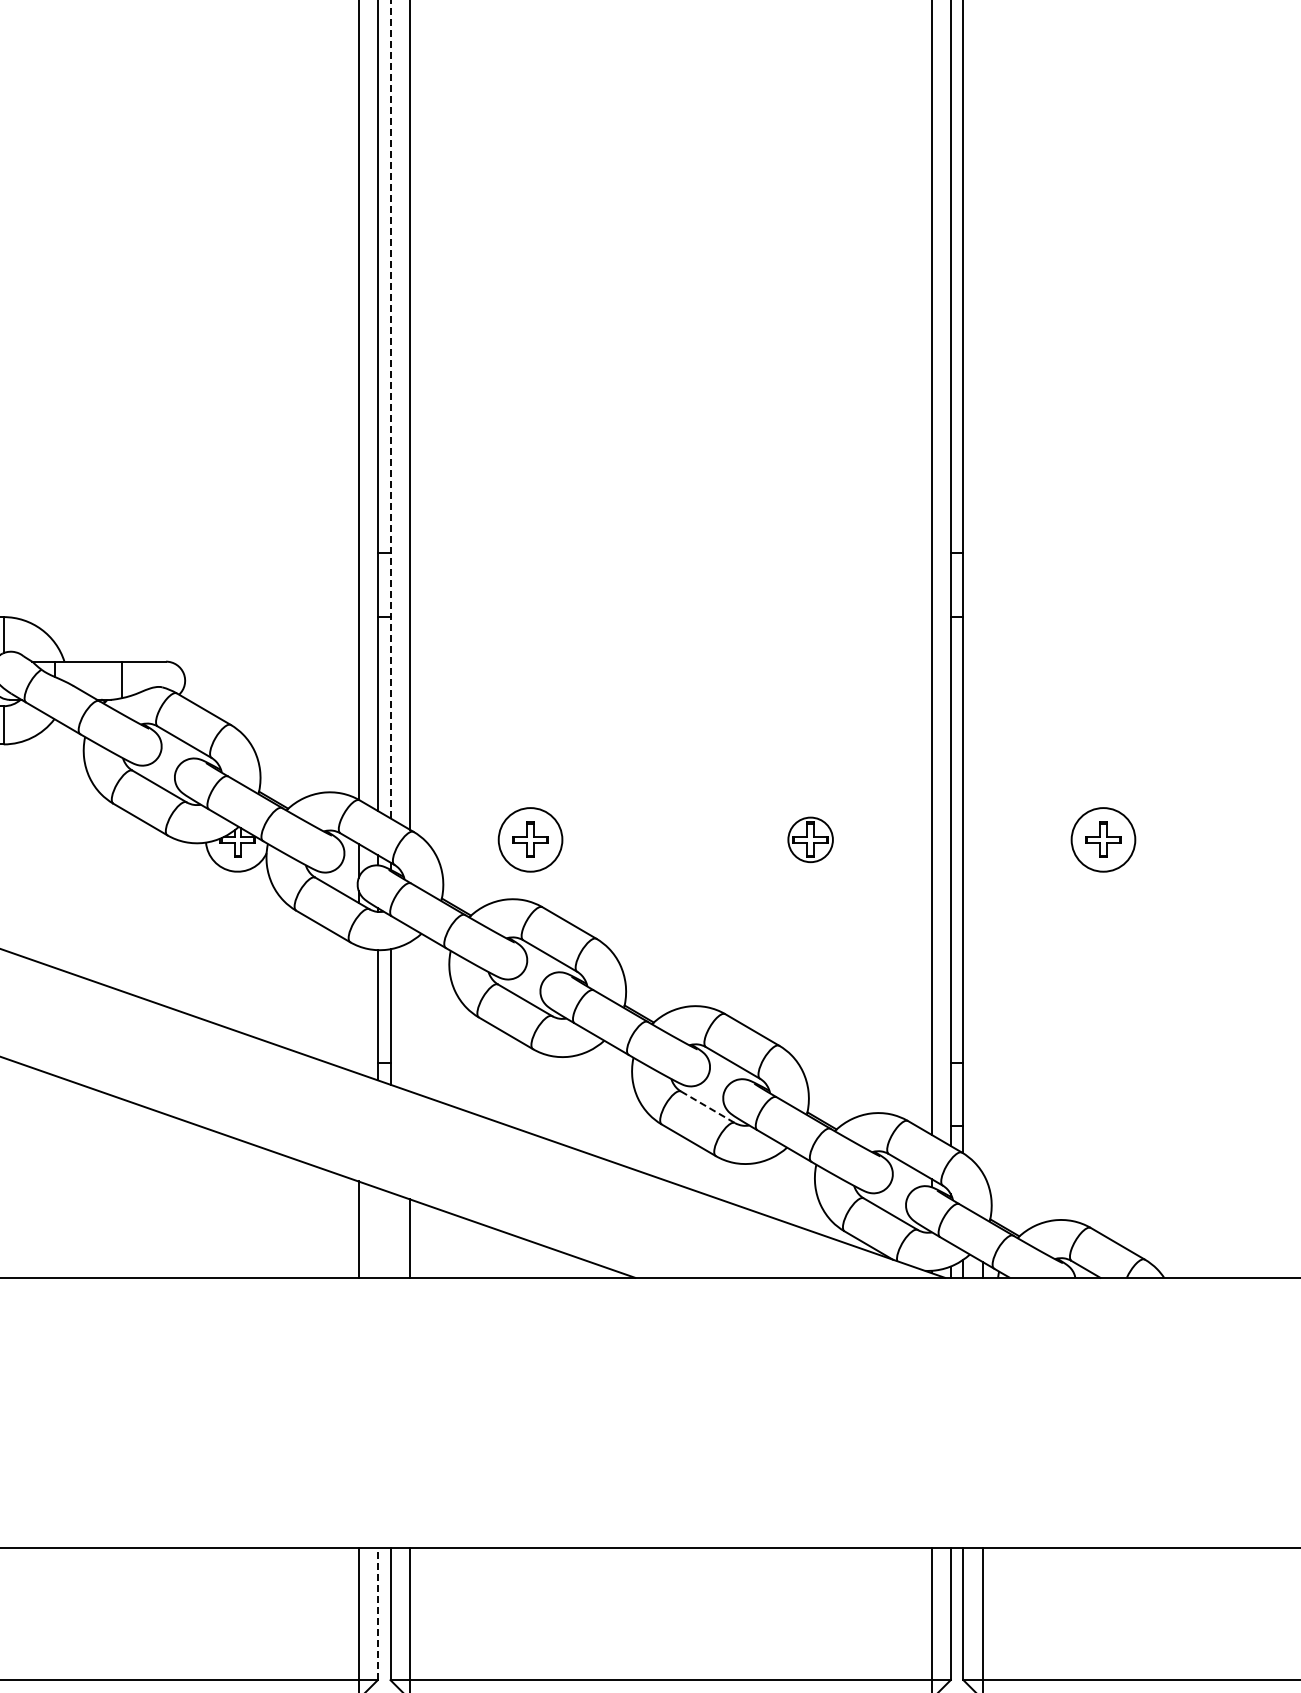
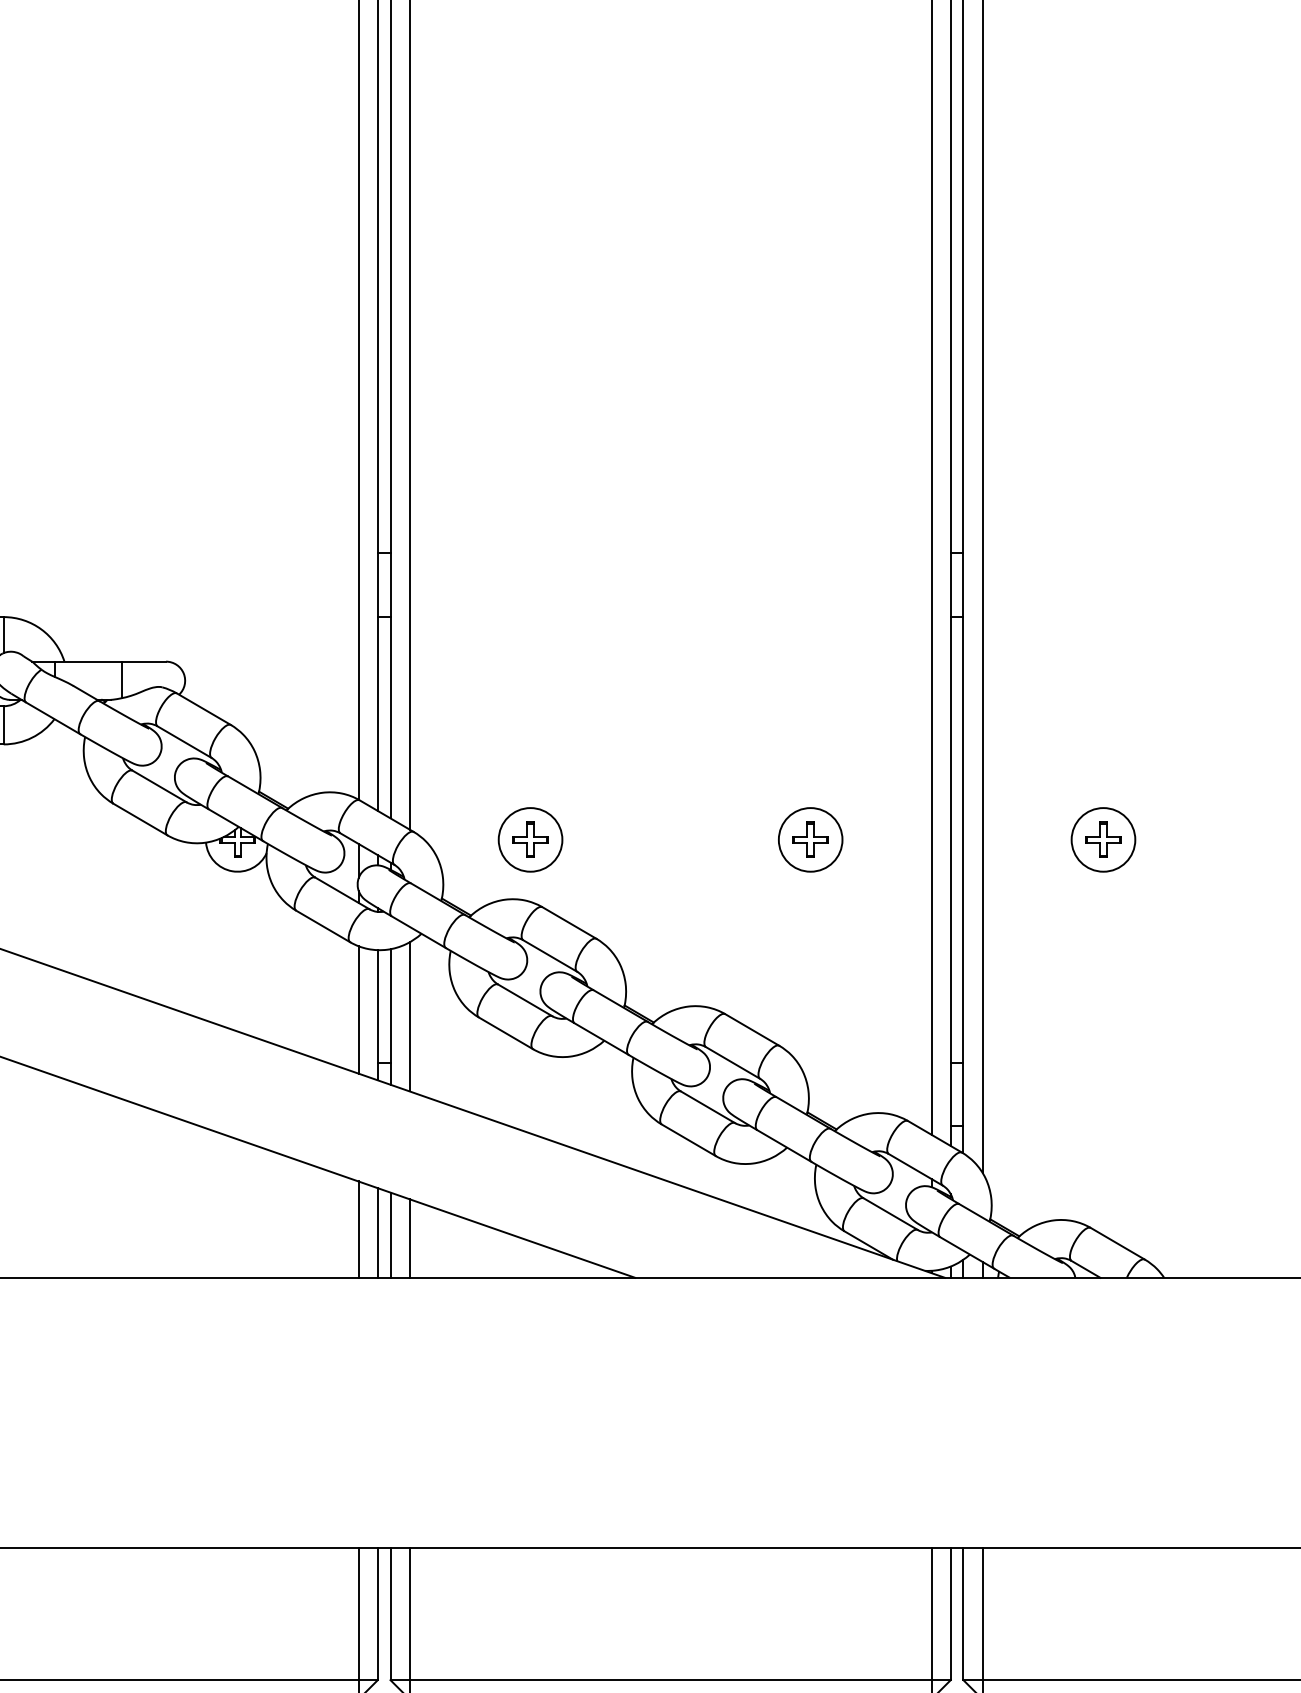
line at (390, 409): dashed -> solid
line at (982, 587): none -> present
circle at (810, 839) diameter: 45 px -> 64 px
line at (358, 1009): none -> present
line at (409, 1016): none -> present
line at (708, 1107): dashed -> solid
line at (377, 1232): none -> present
line at (390, 1234): none -> present
line at (377, 1613): dashed -> solid
